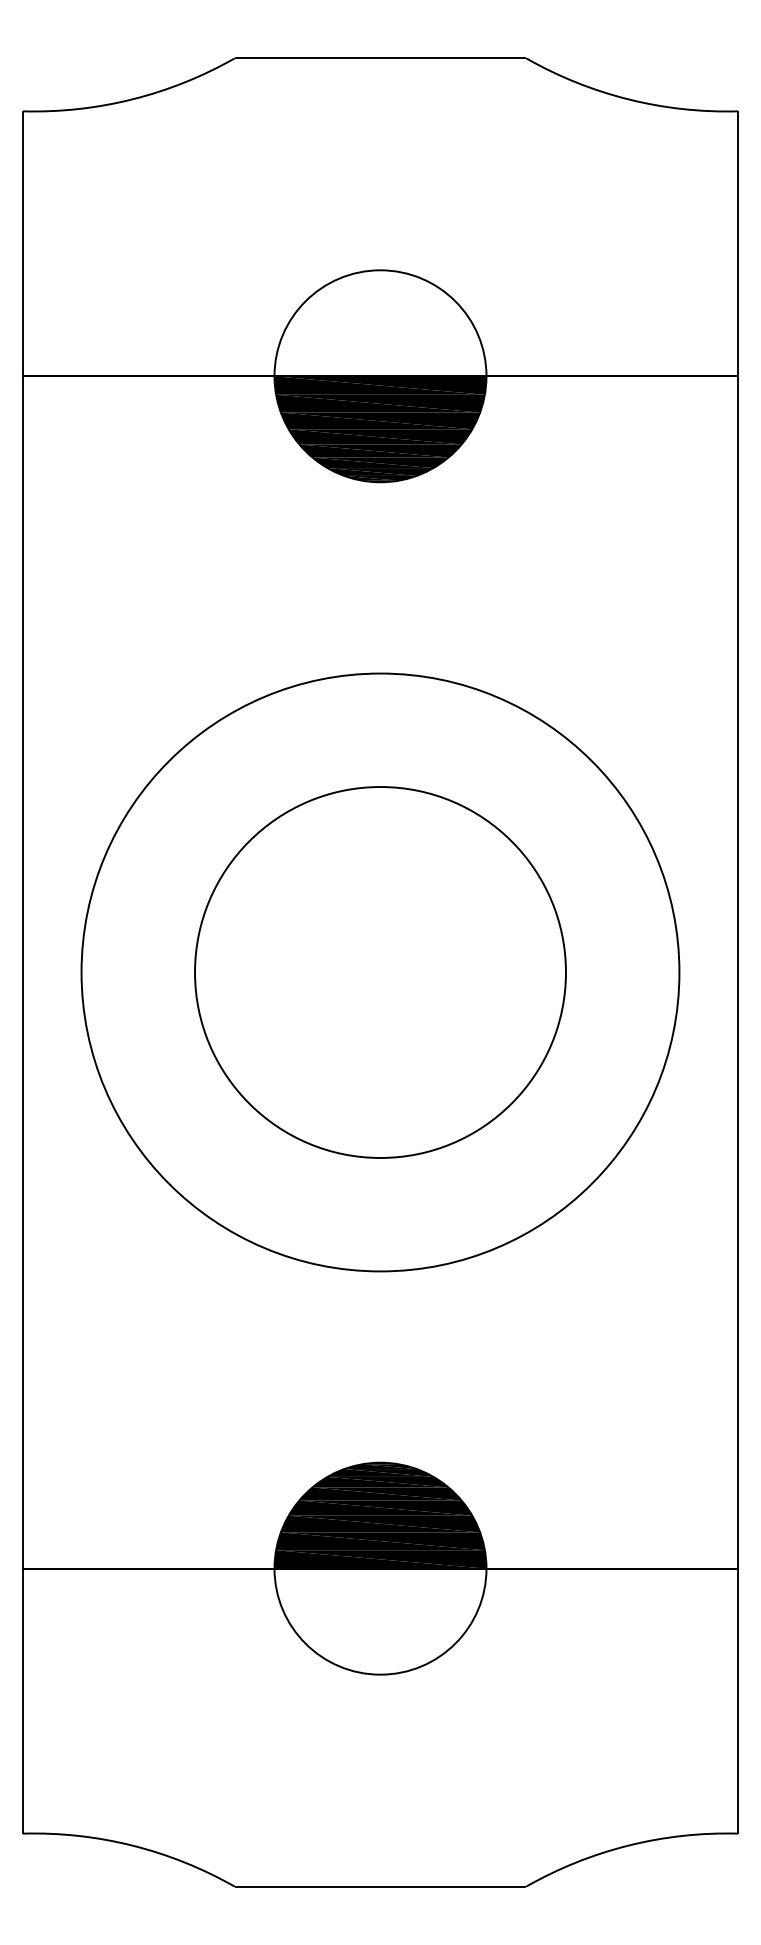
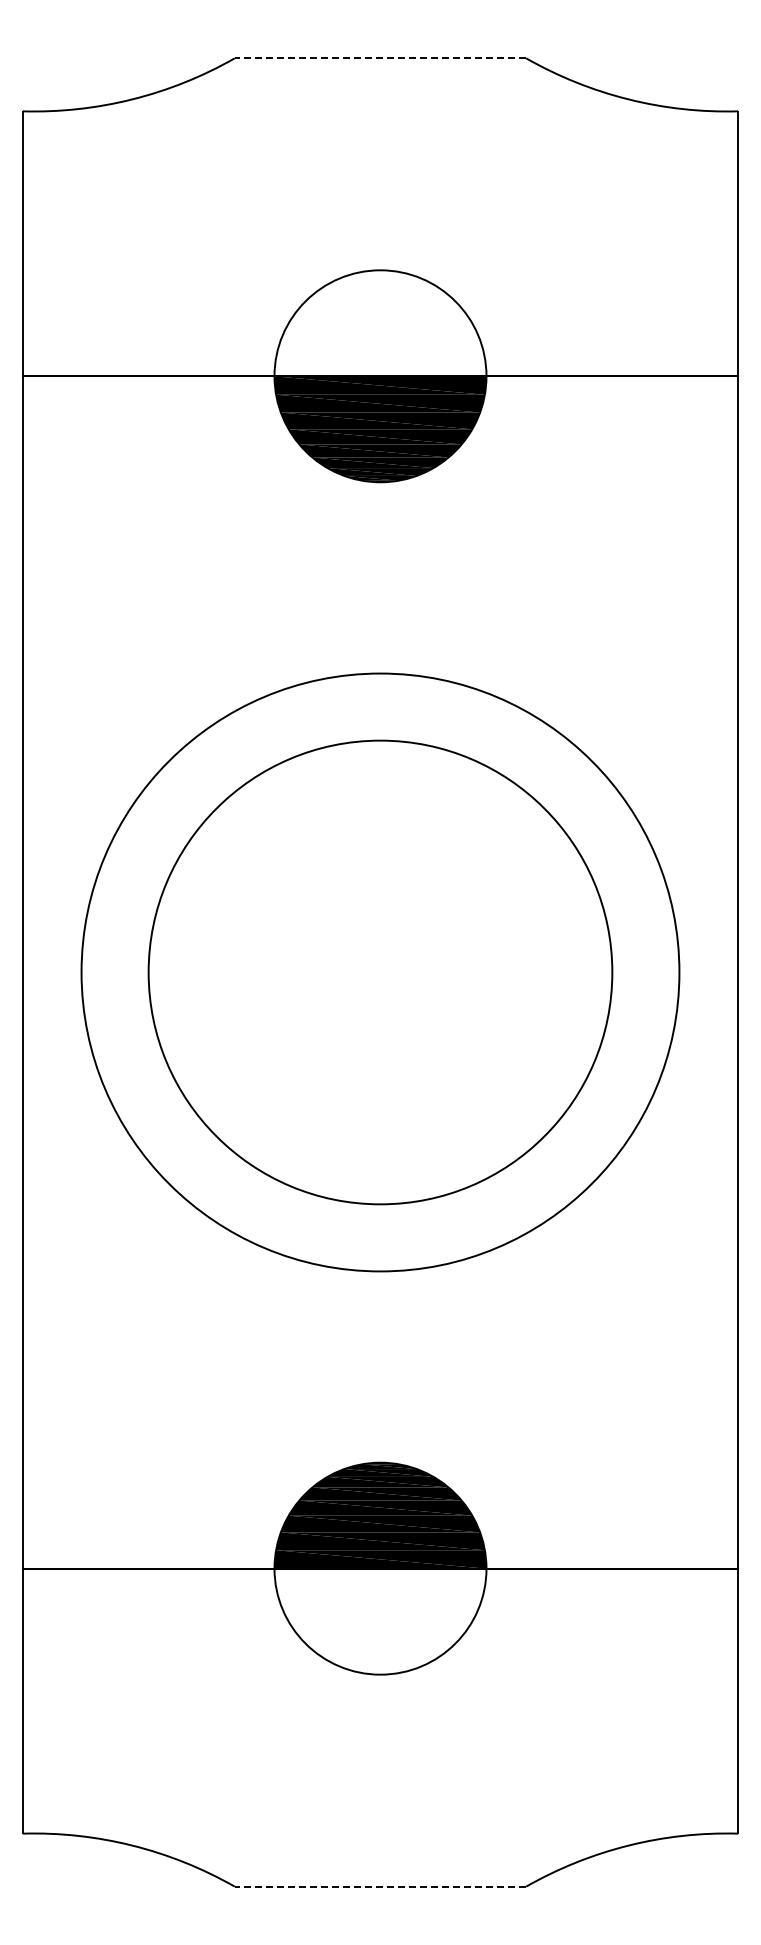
line at (380, 58): solid -> dashed
circle at (380, 972) diameter: 371 px -> 464 px
line at (380, 1886): solid -> dashed
